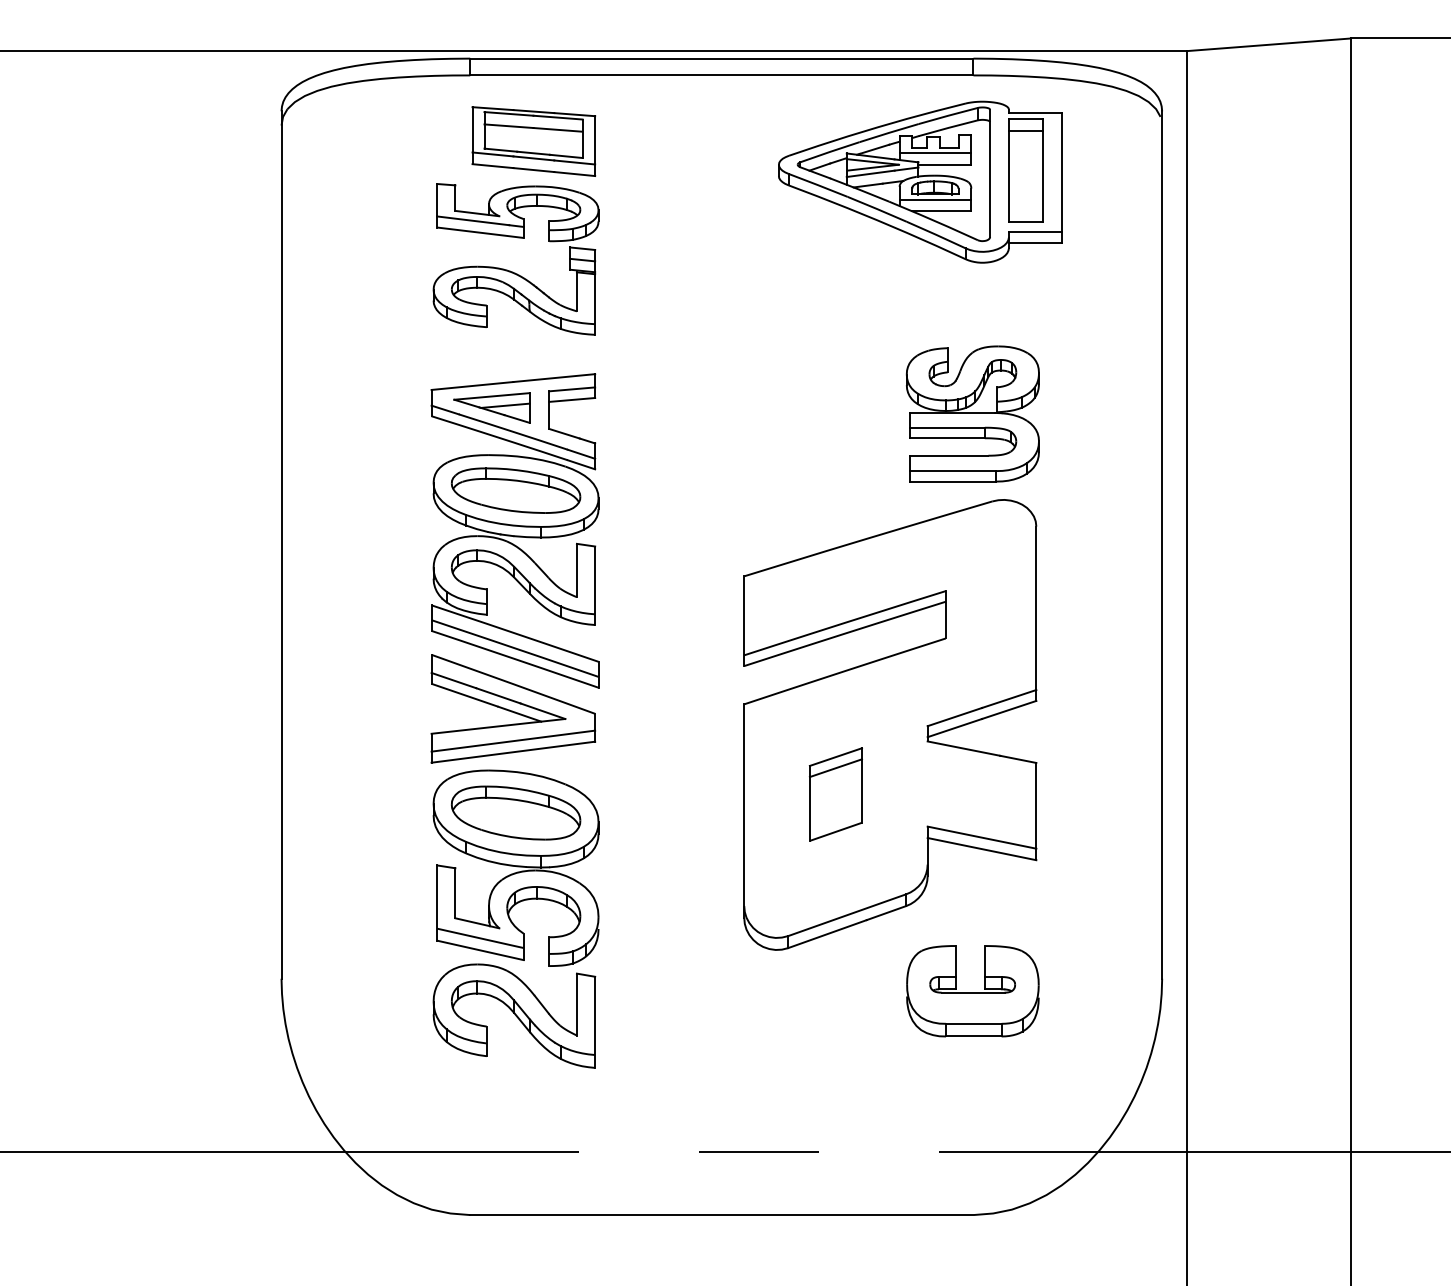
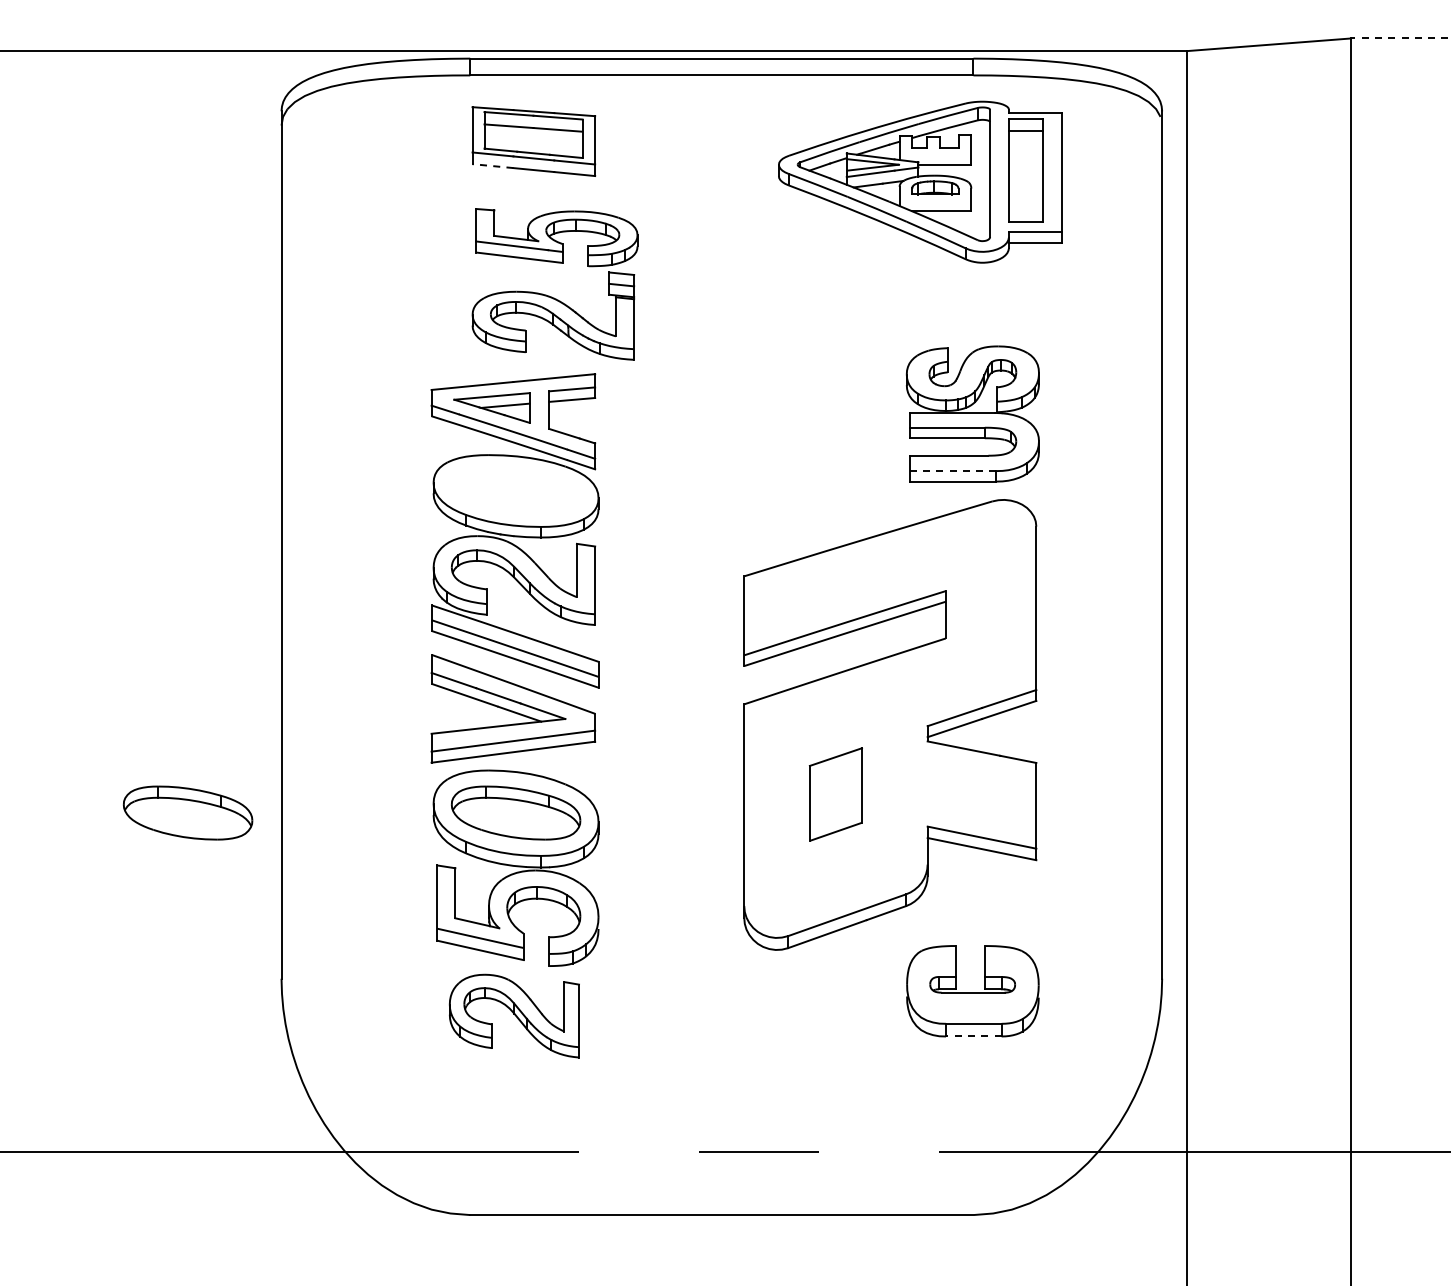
line at (1400, 38): solid -> dashed
line at (935, 153): present -> none
line at (493, 166): solid -> dashed
line at (935, 200): present -> none
part at (510, 270) position: (510, 270) -> (549, 295)
line at (952, 471): solid -> dashed
part at (516, 490): present -> none
line at (835, 768): present -> none
part at (188, 812): none -> present
part at (514, 1015) size: 165x106 px -> 132x86 px
line at (973, 1036): solid -> dashed
